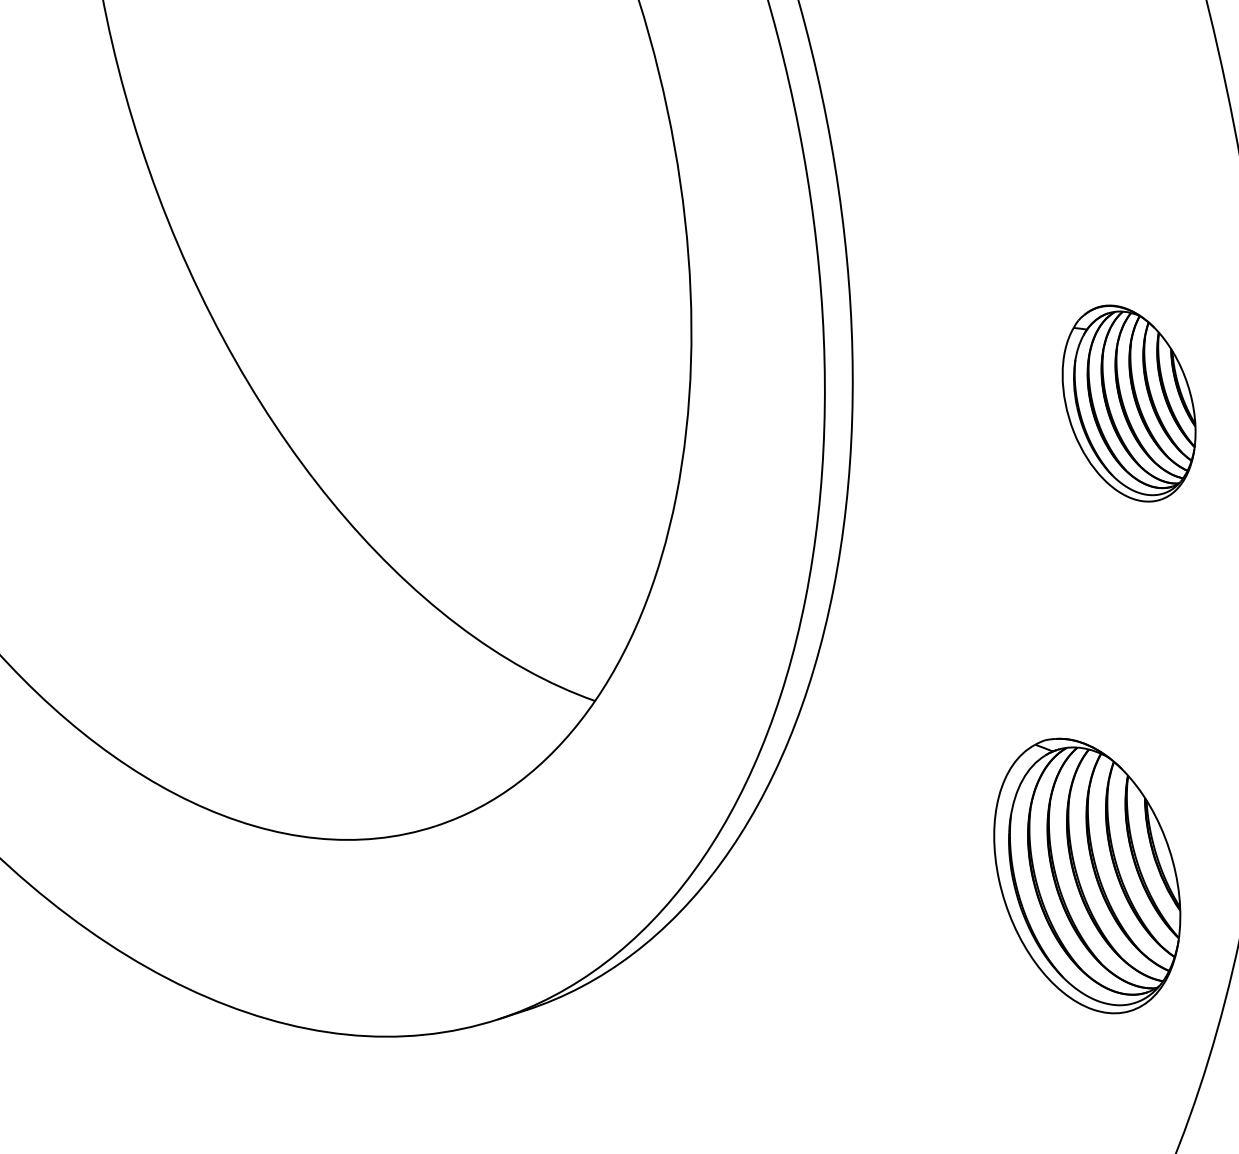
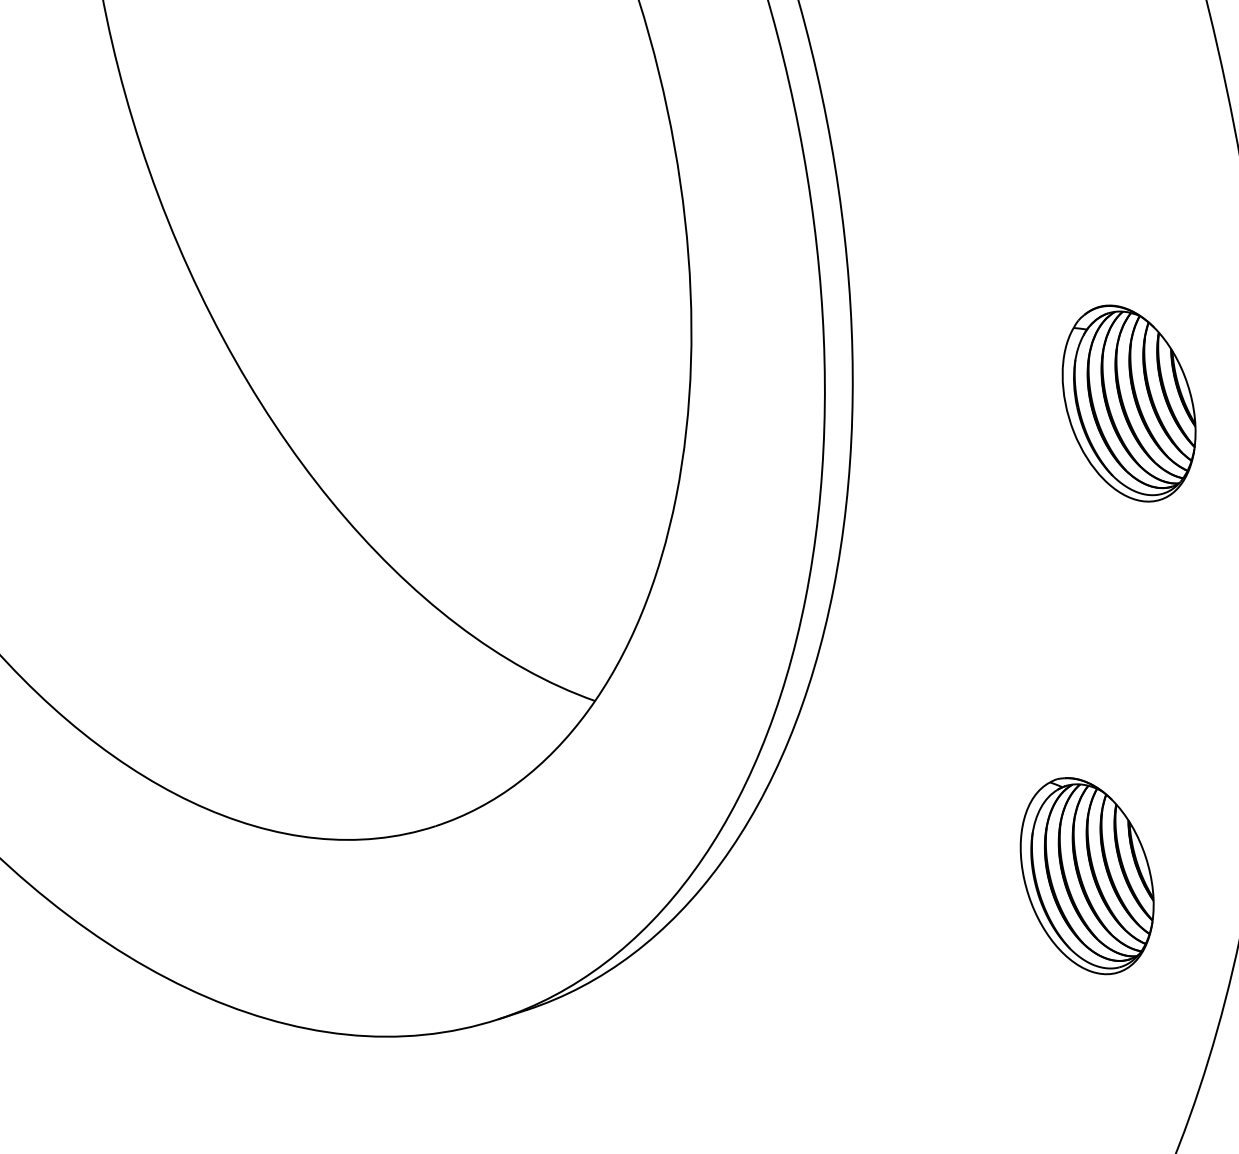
part at (1087, 875) size: 189x278 px -> 136x199 px
